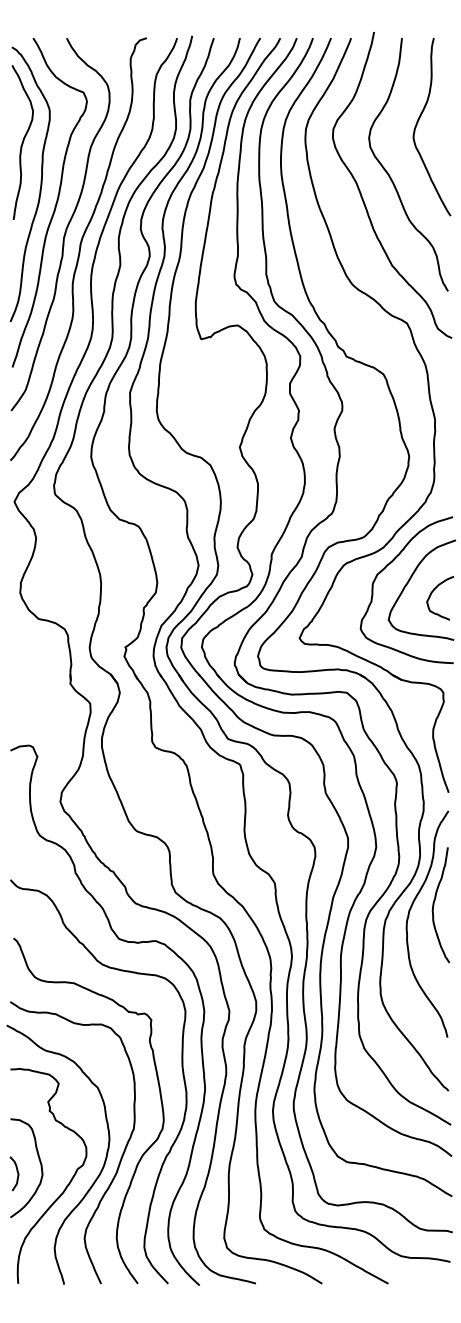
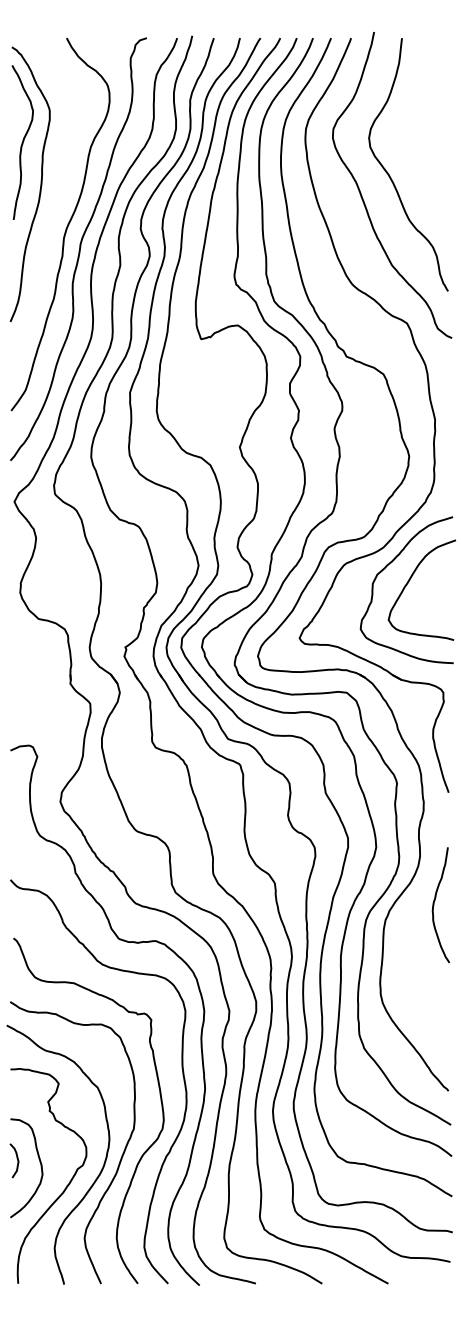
curve at (419, 120): present -> none
curve at (55, 203): present -> none
curve at (432, 593): present -> none
curve at (408, 920): present -> none
curve at (16, 1171) position: (16, 1171) -> (16, 1158)
